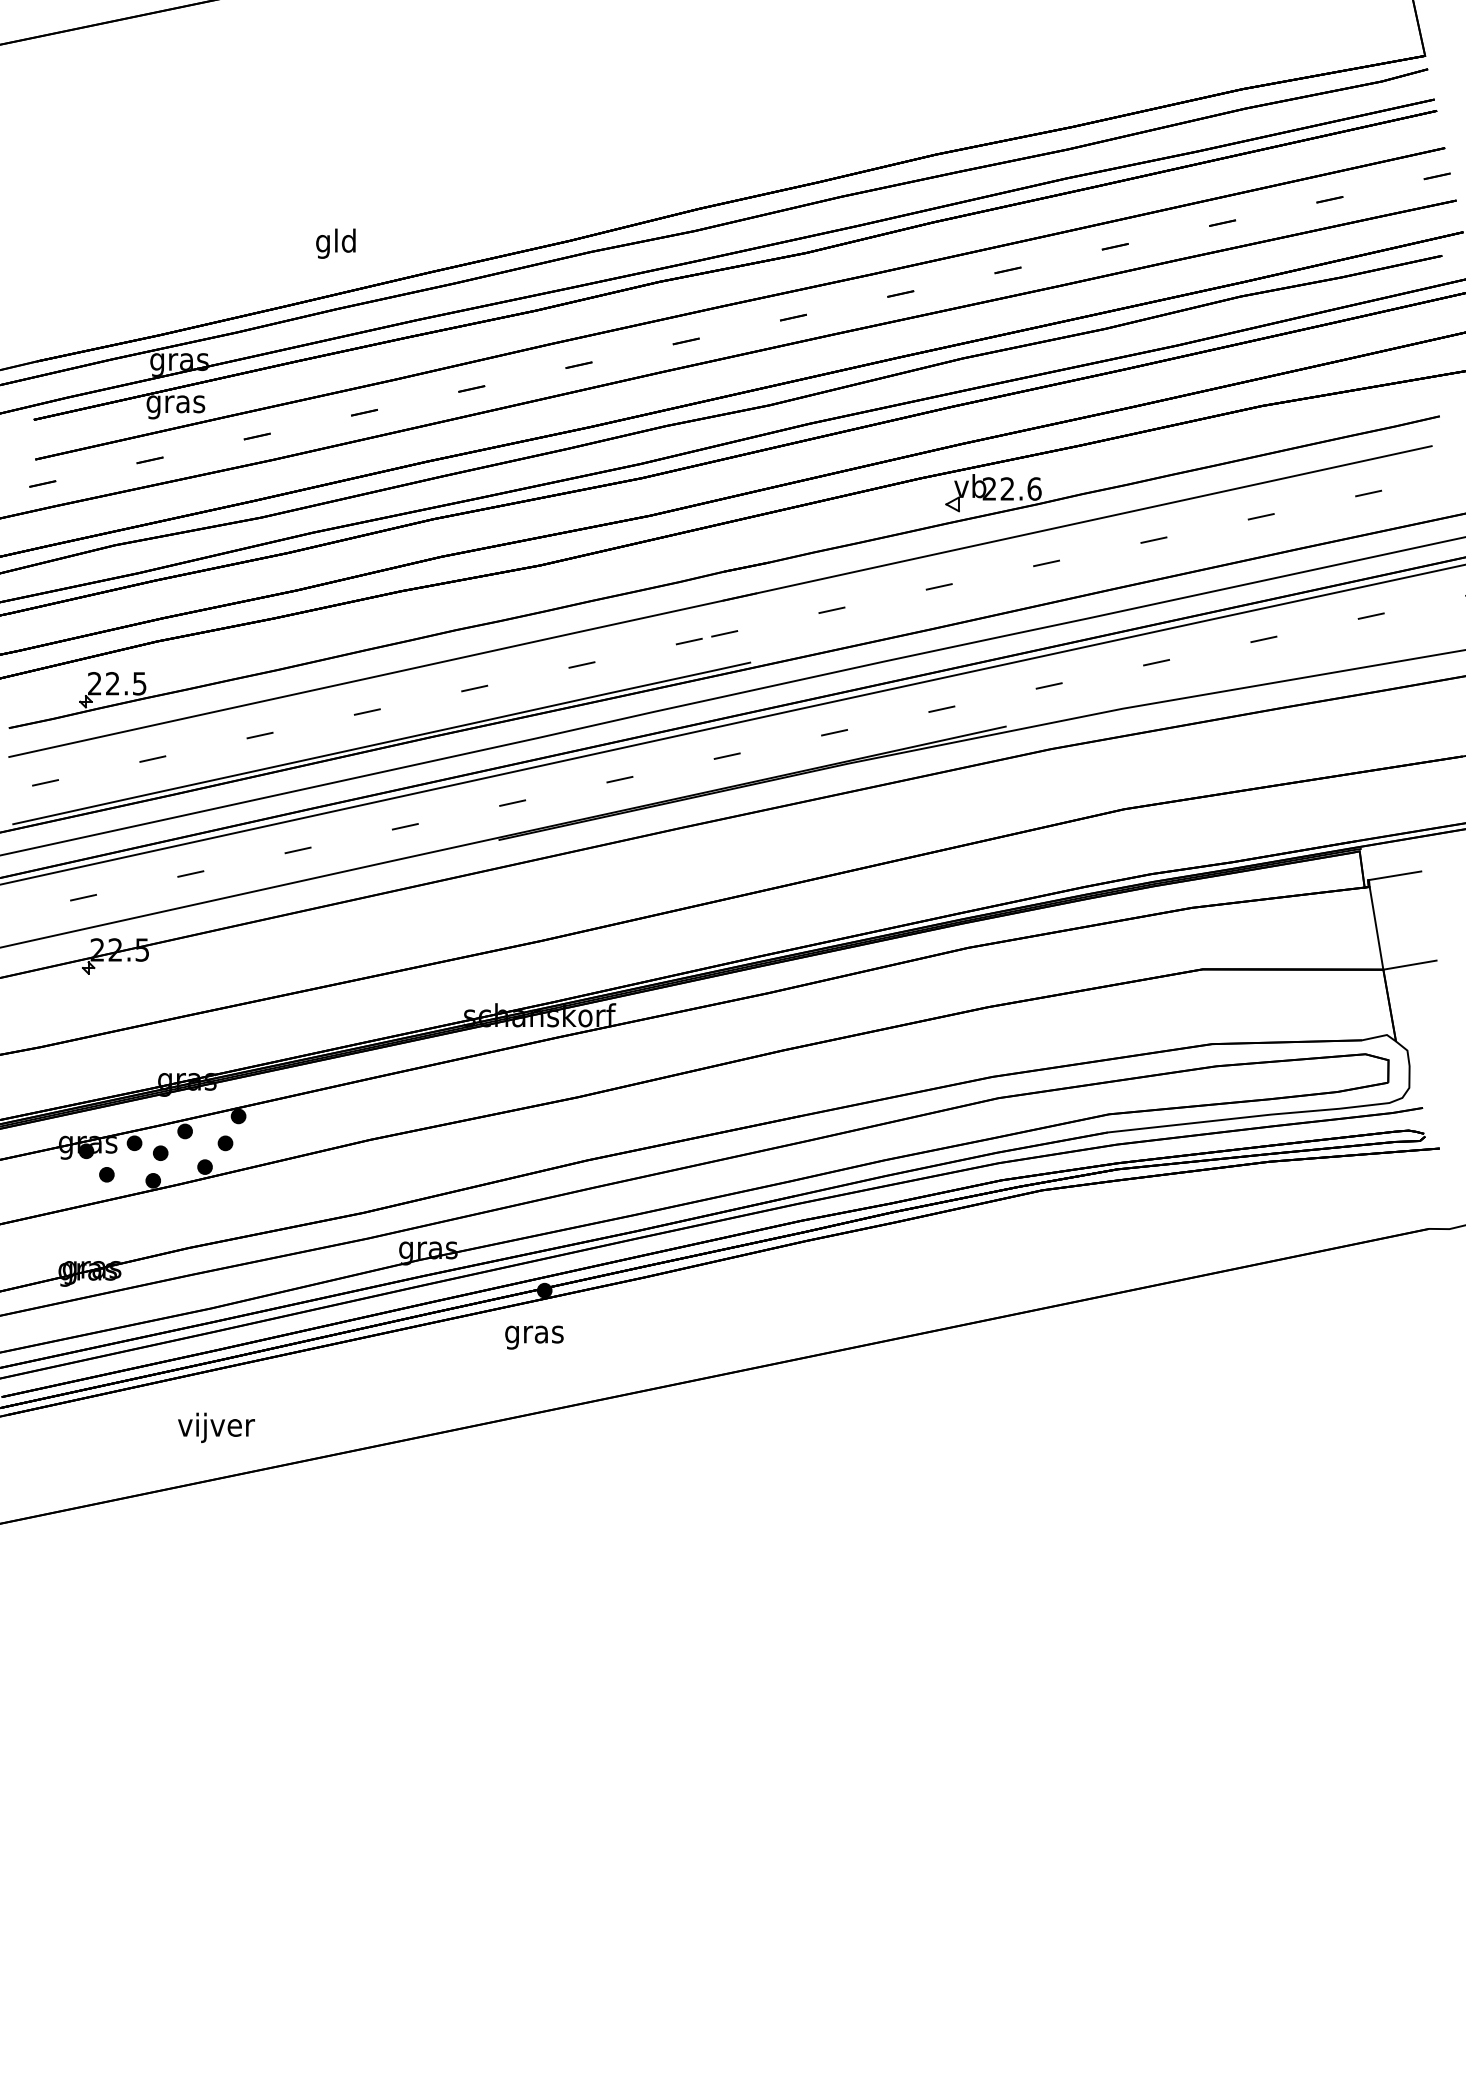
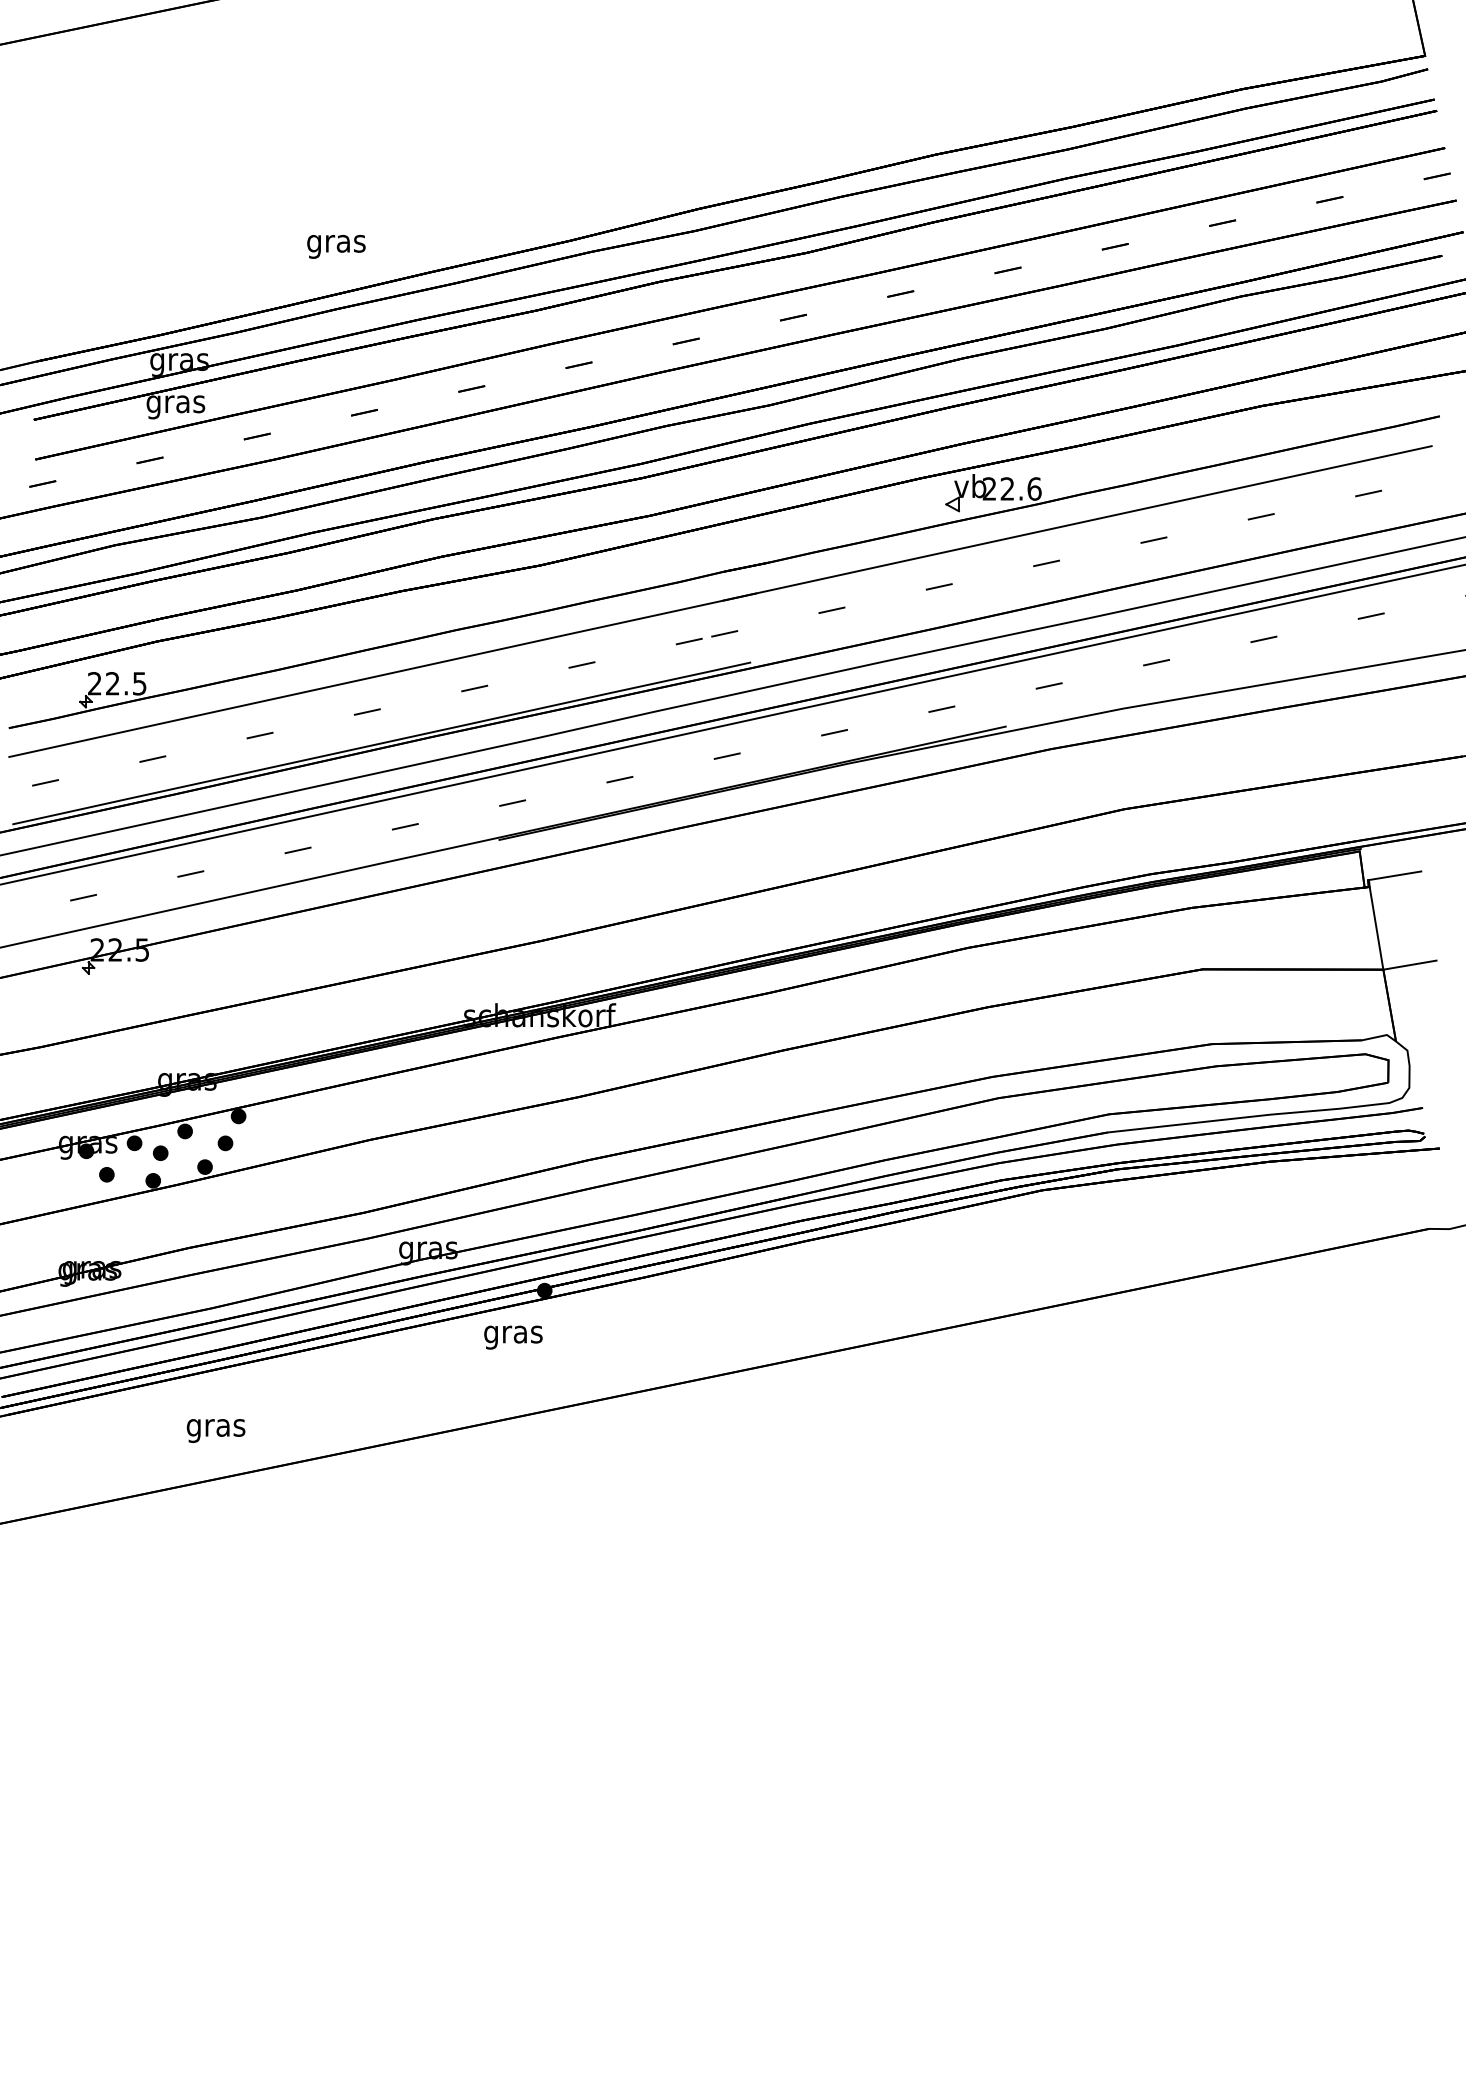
text at (336, 243): gld -> gras
text at (534, 1337) position: (534, 1337) -> (513, 1337)
text at (216, 1427): vijver -> gras
